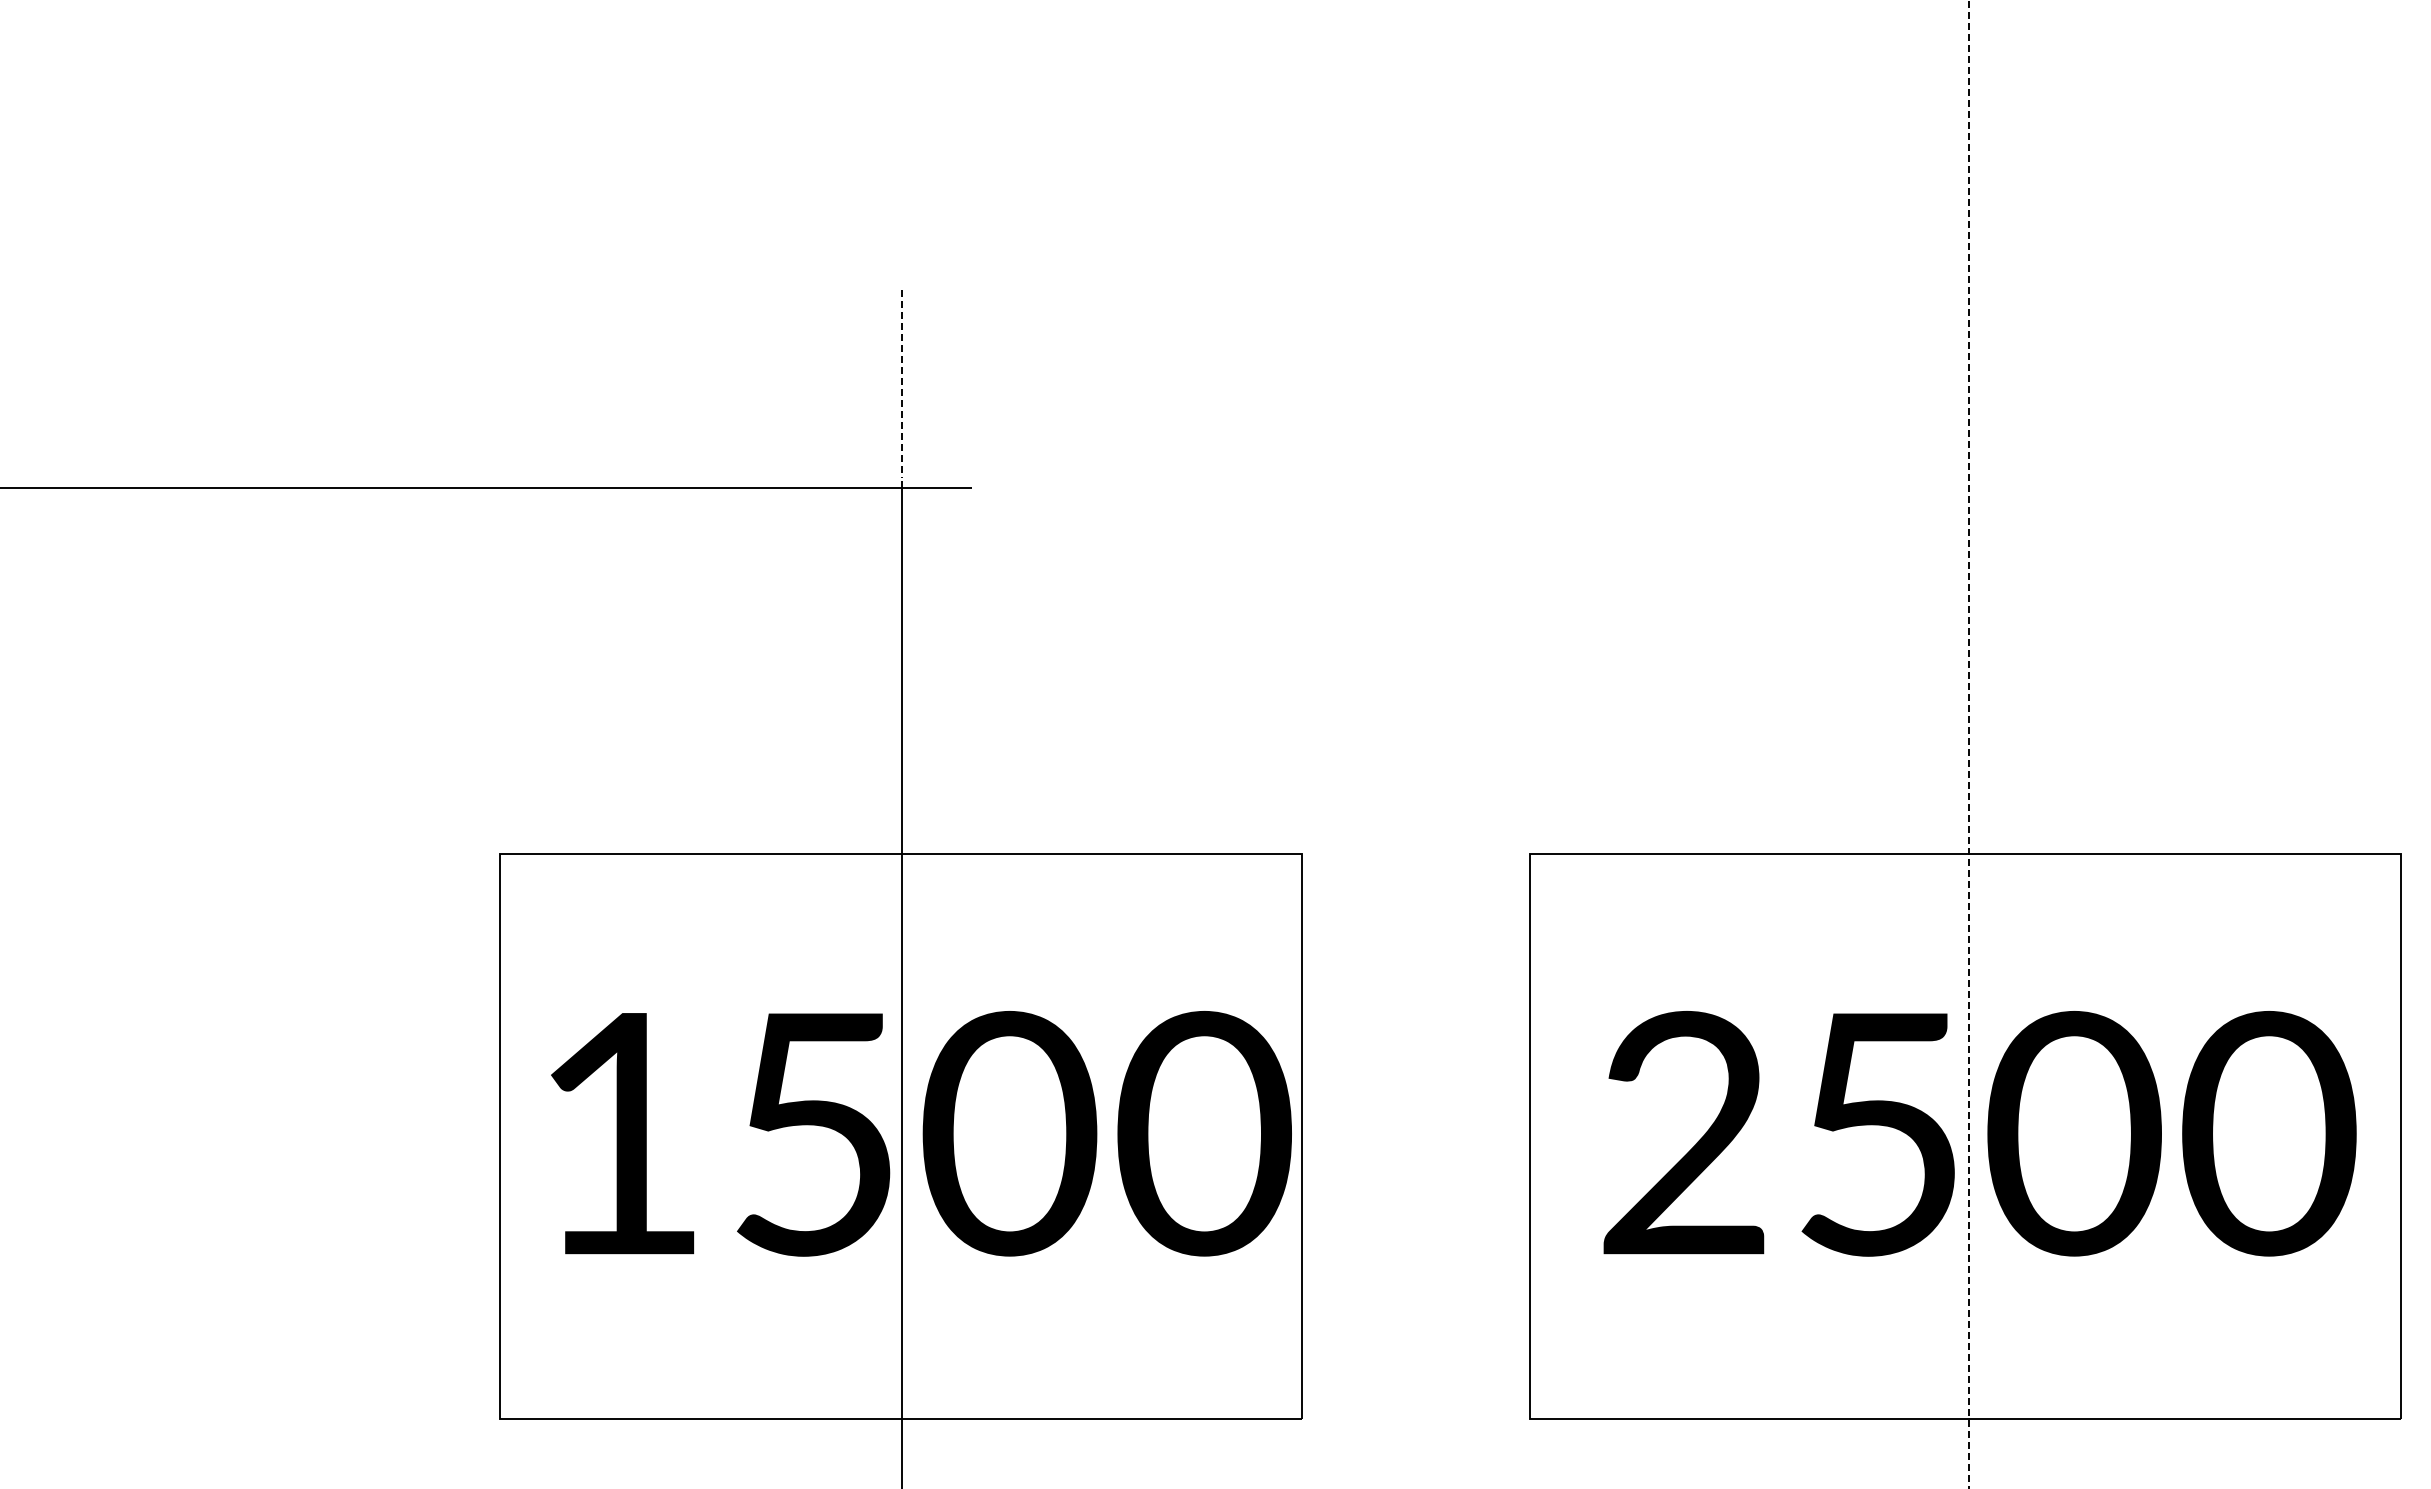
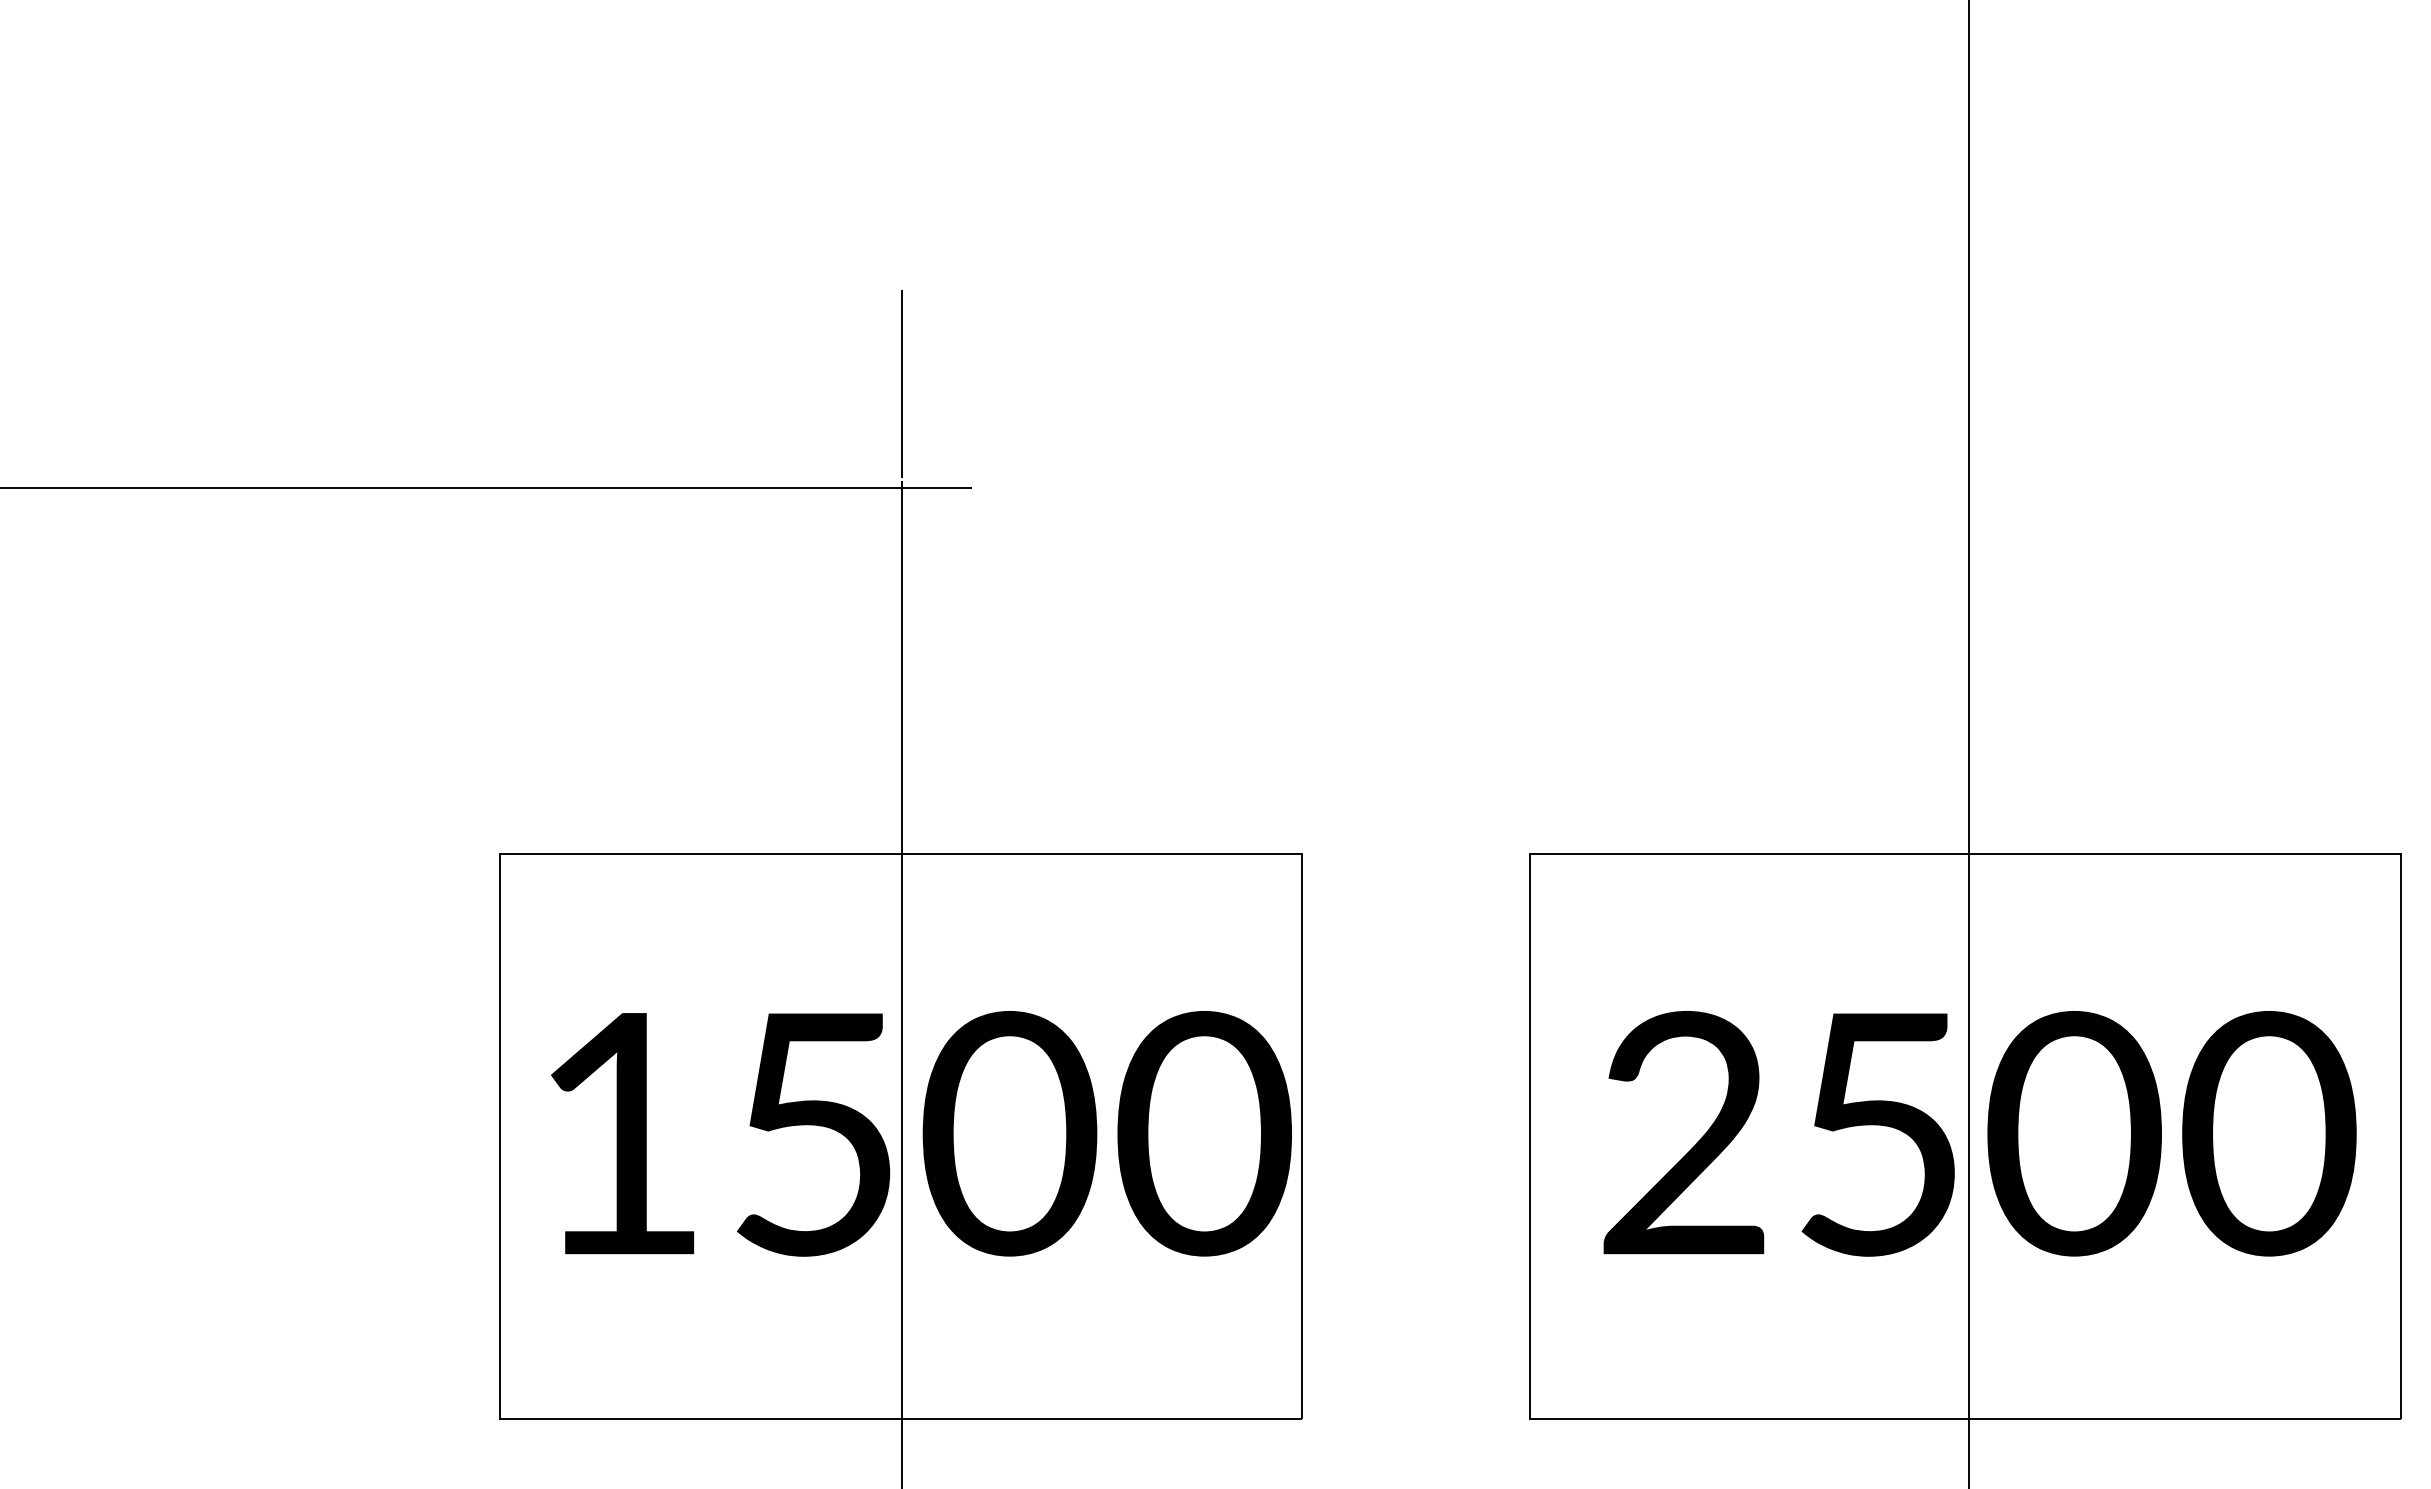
line at (902, 384): dashed -> solid
line at (1968, 744): dashed -> solid
